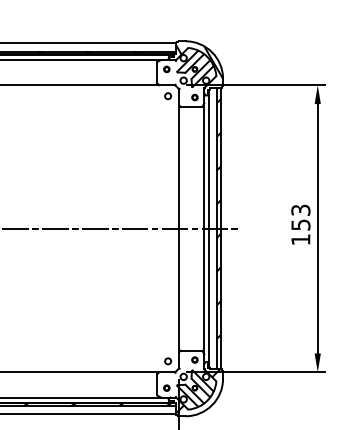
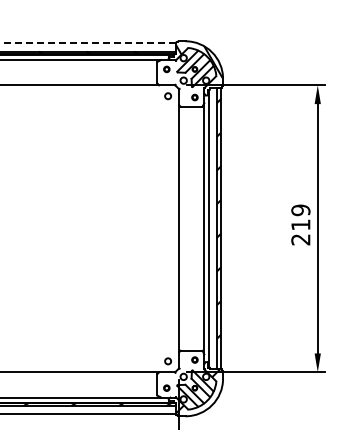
line at (88, 43): solid -> dashed
text at (300, 224): 153 -> 219
line at (120, 228): present -> none
